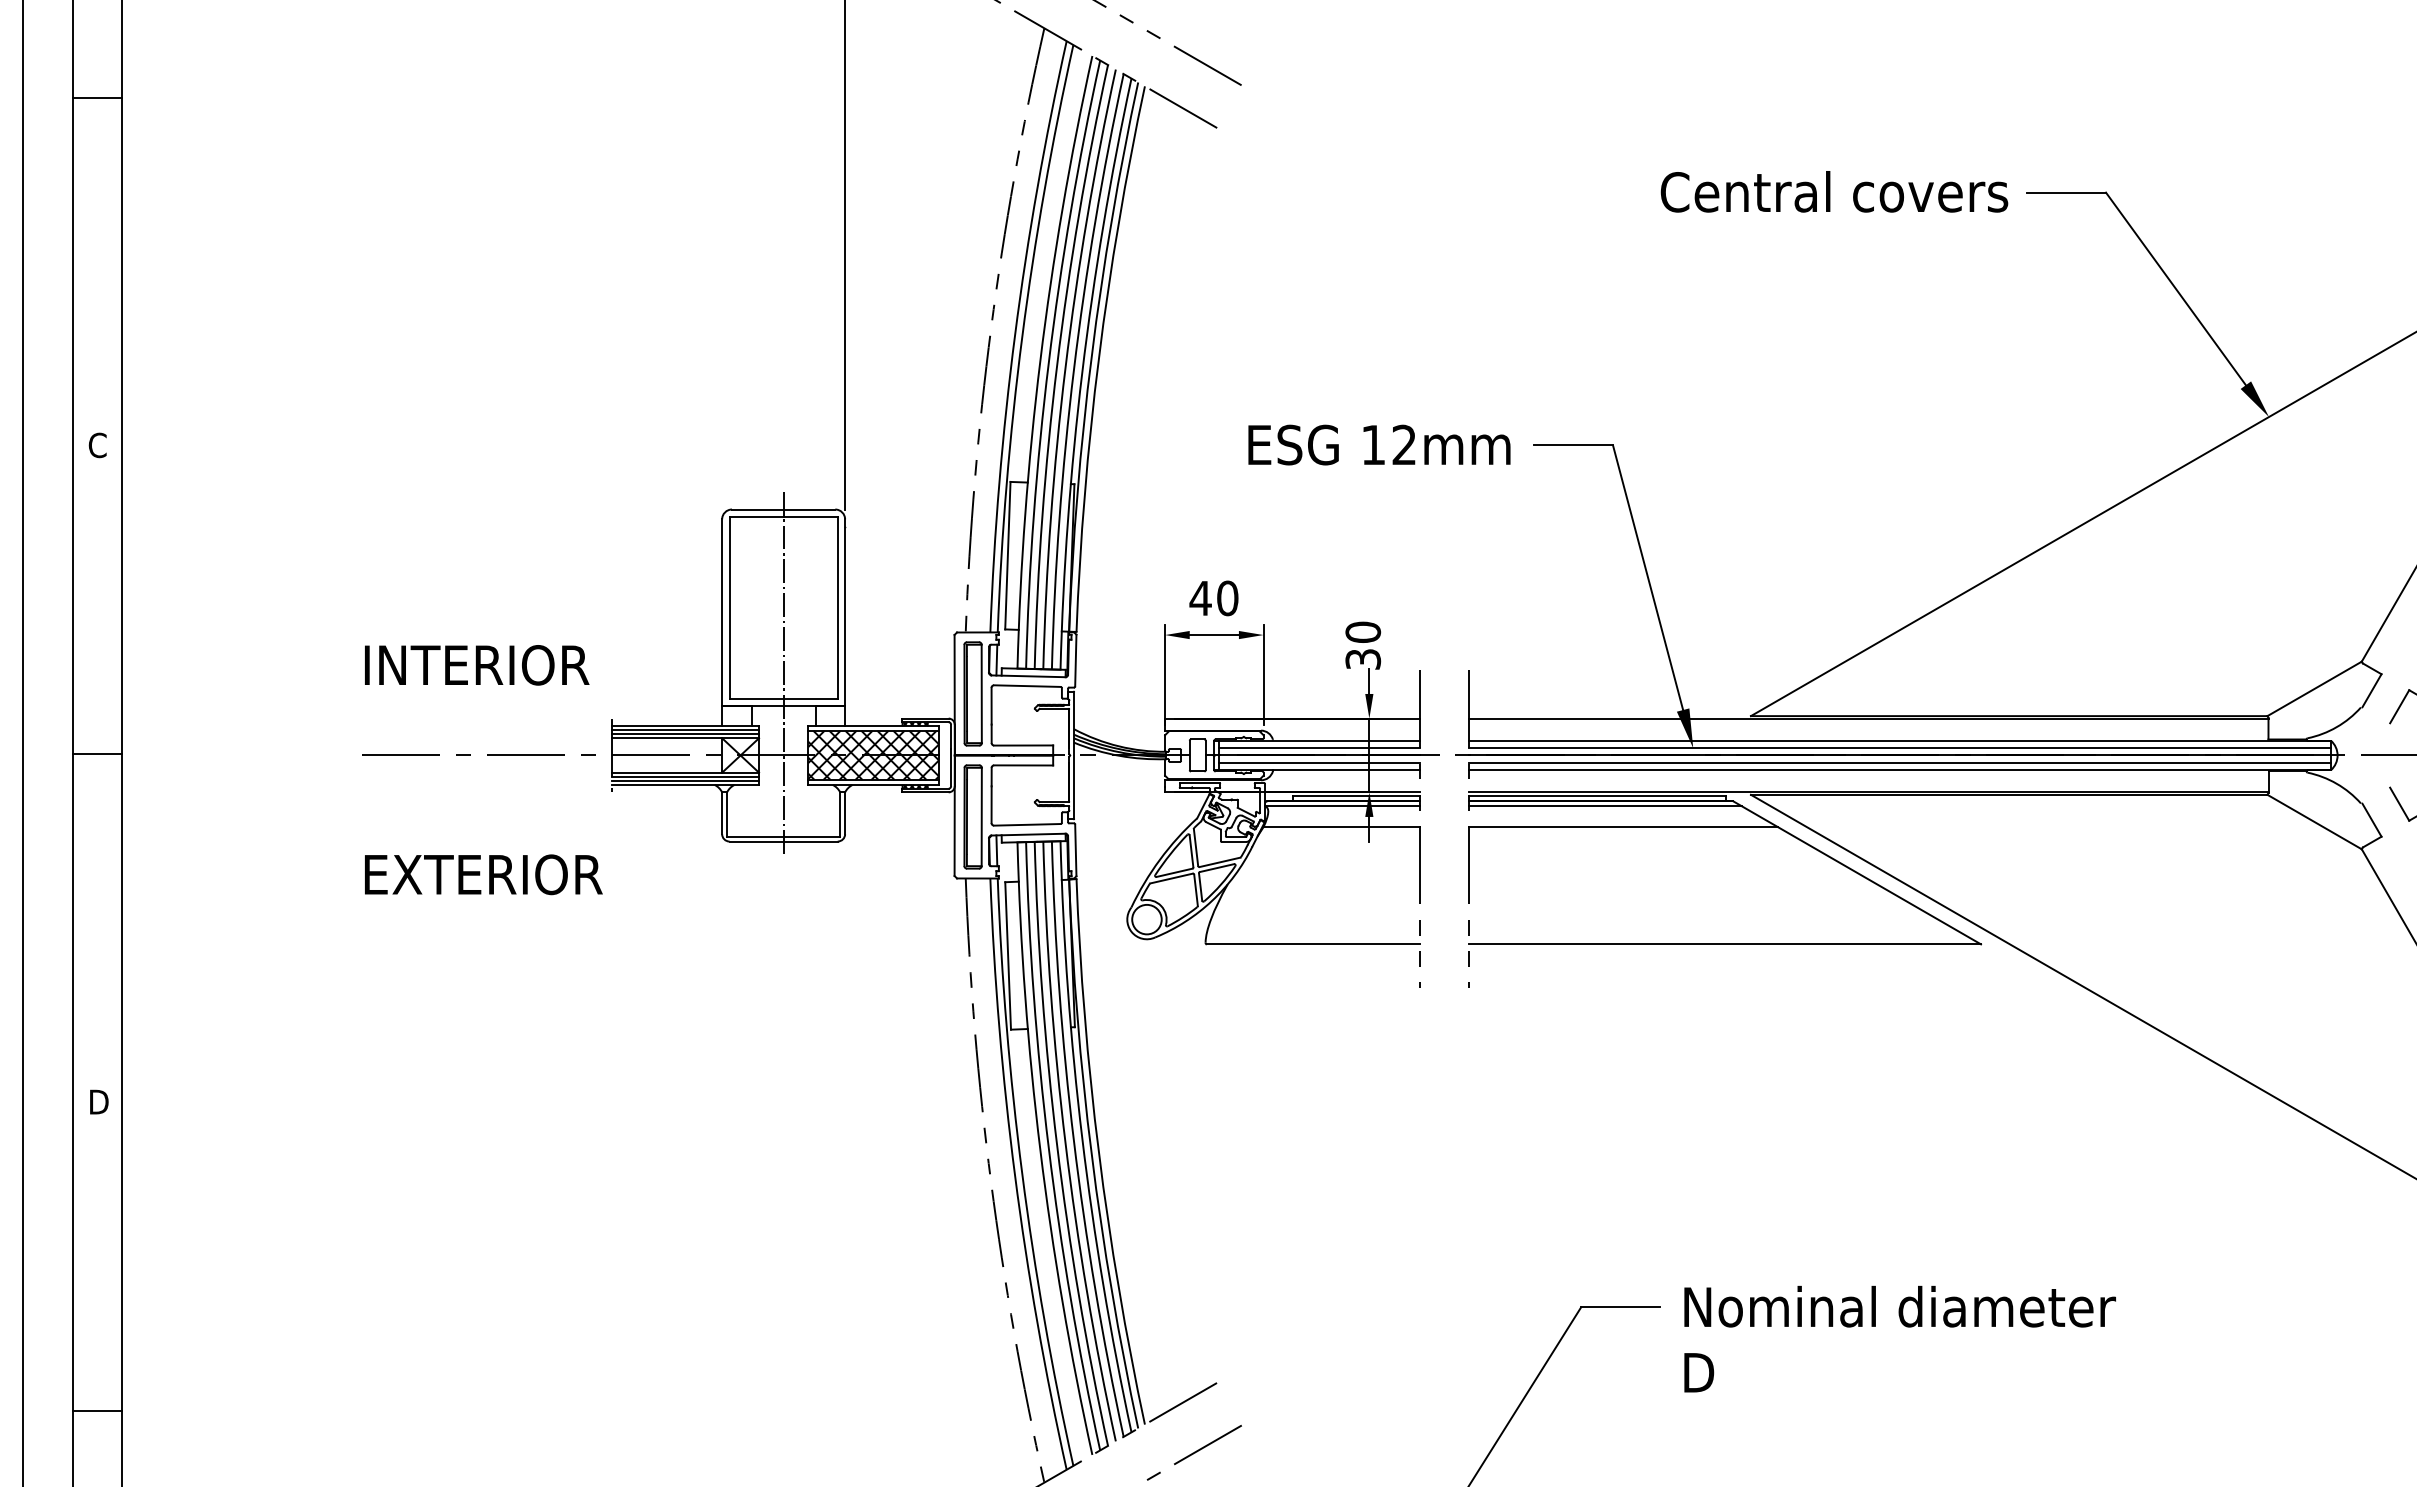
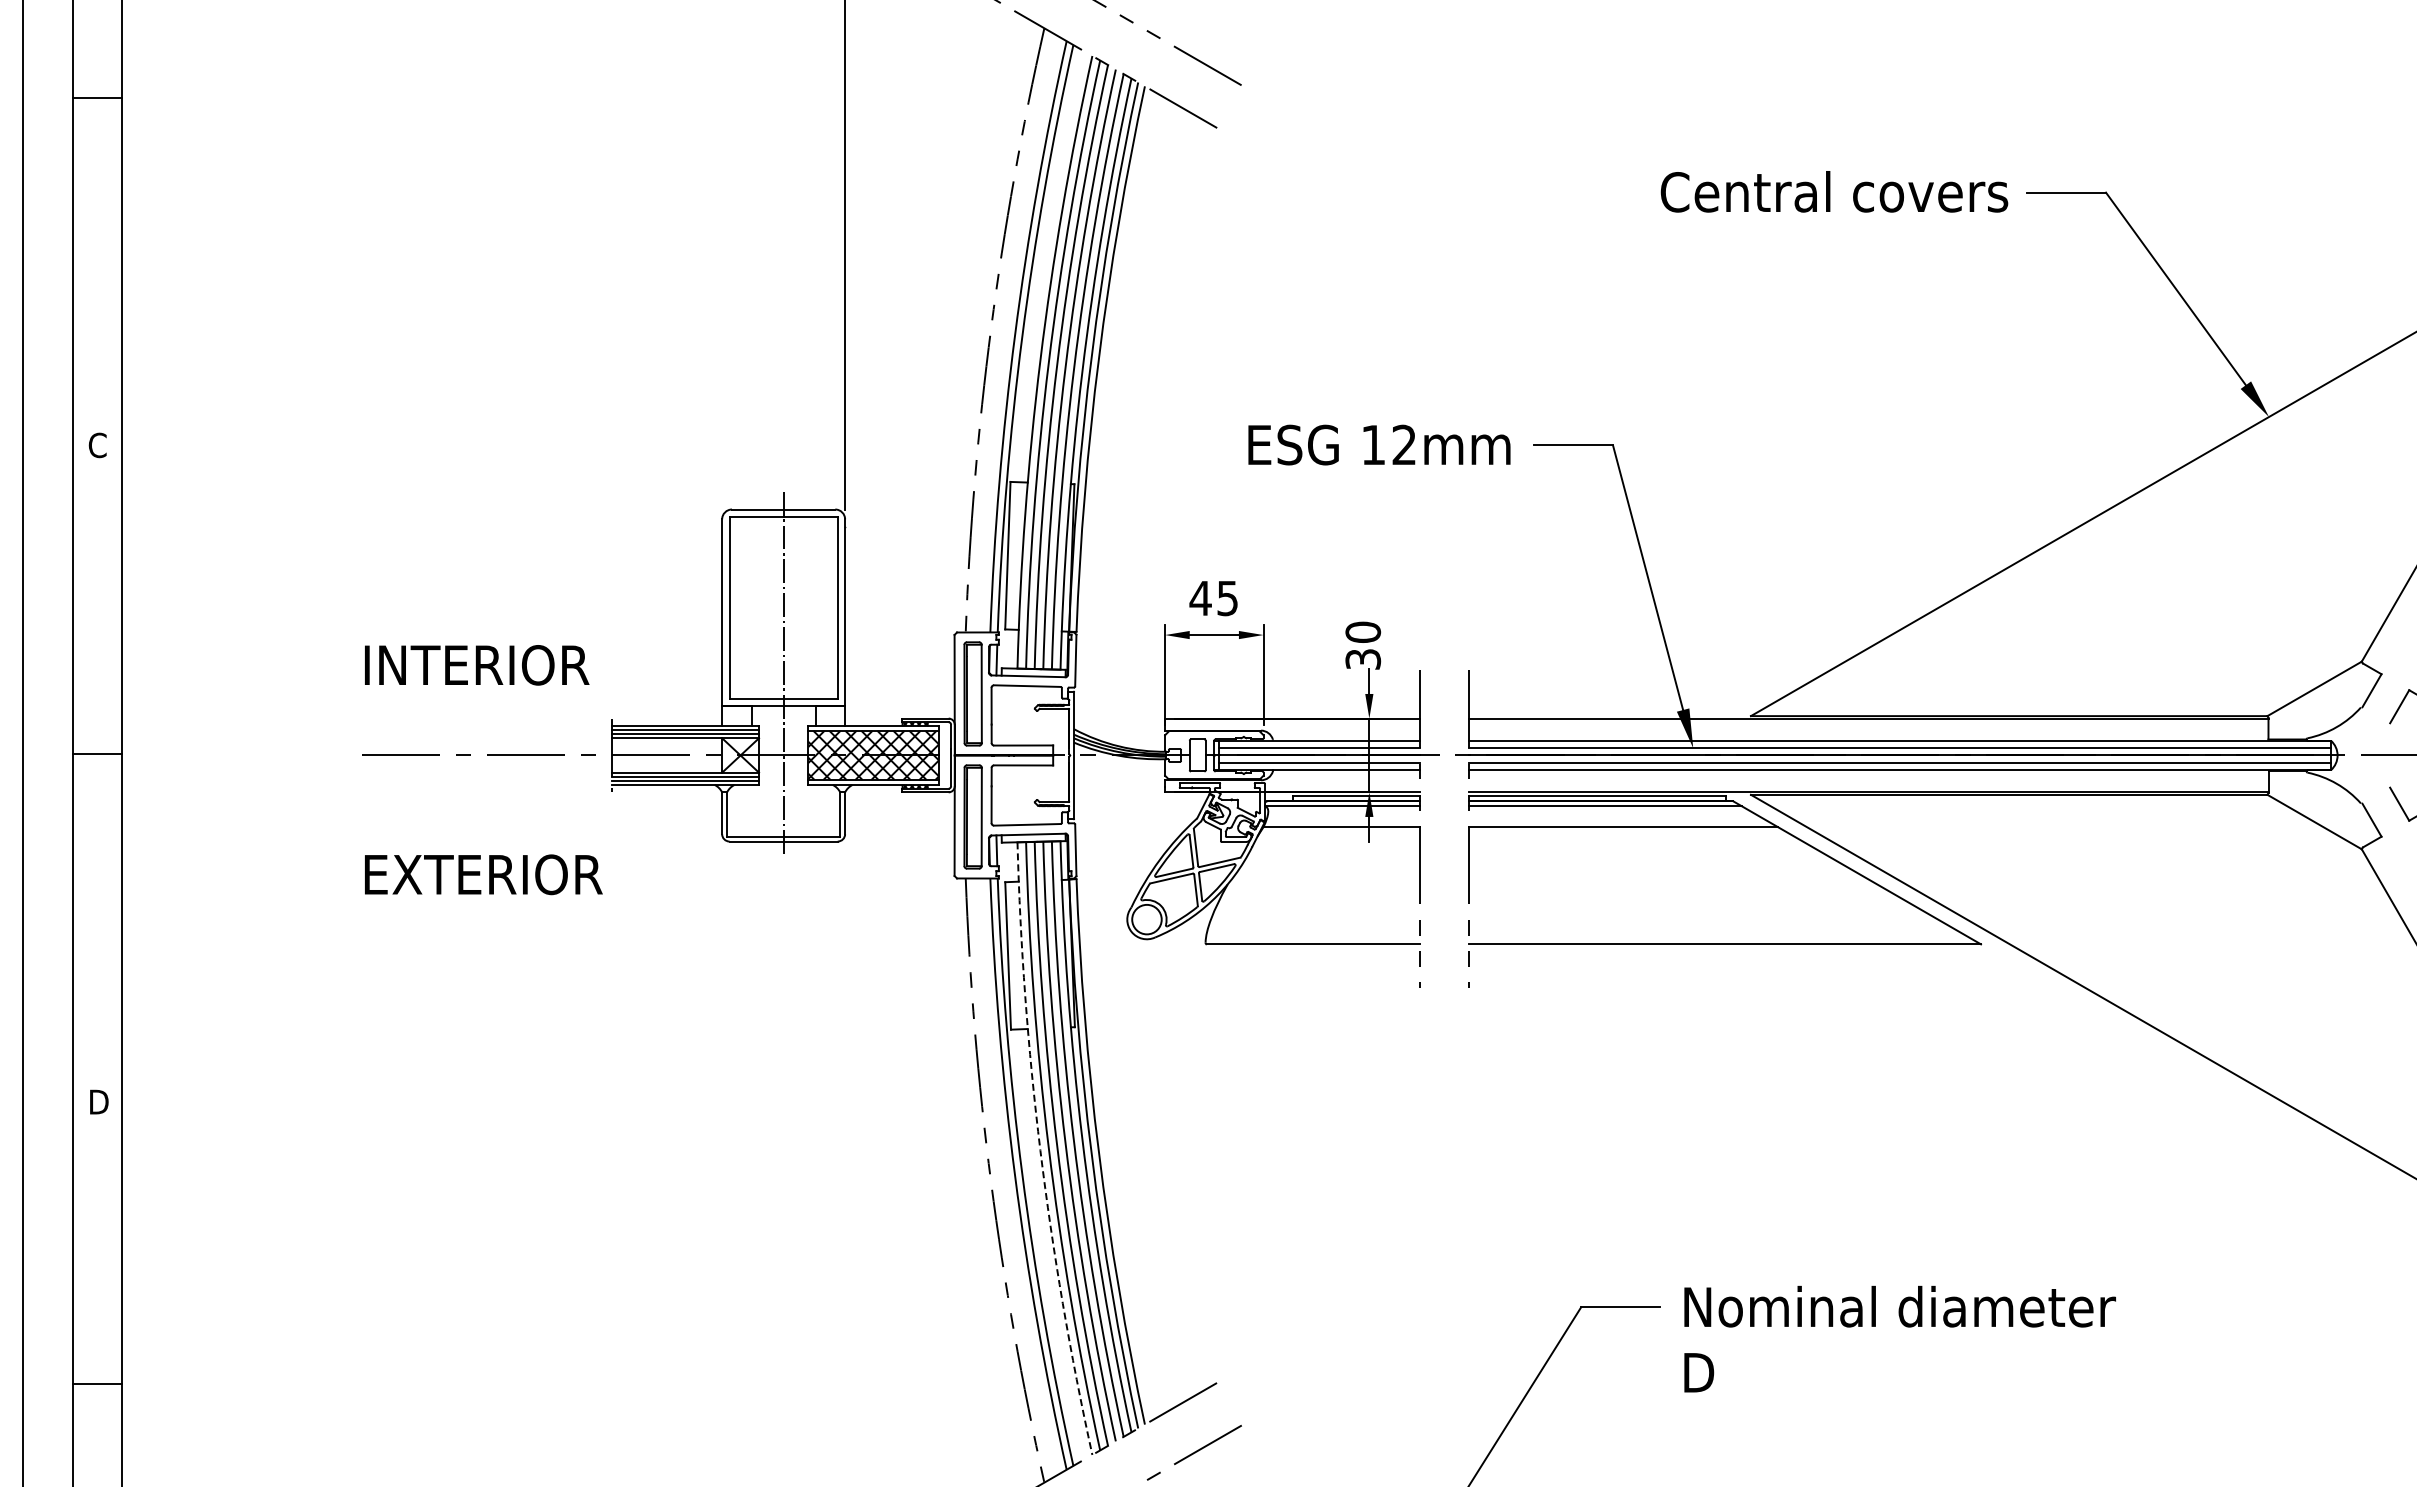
text at (1227, 598): 40 -> 45
arc at (1040, 1150): solid -> dashed
line at (96, 1411) position: (96, 1411) -> (96, 1384)
